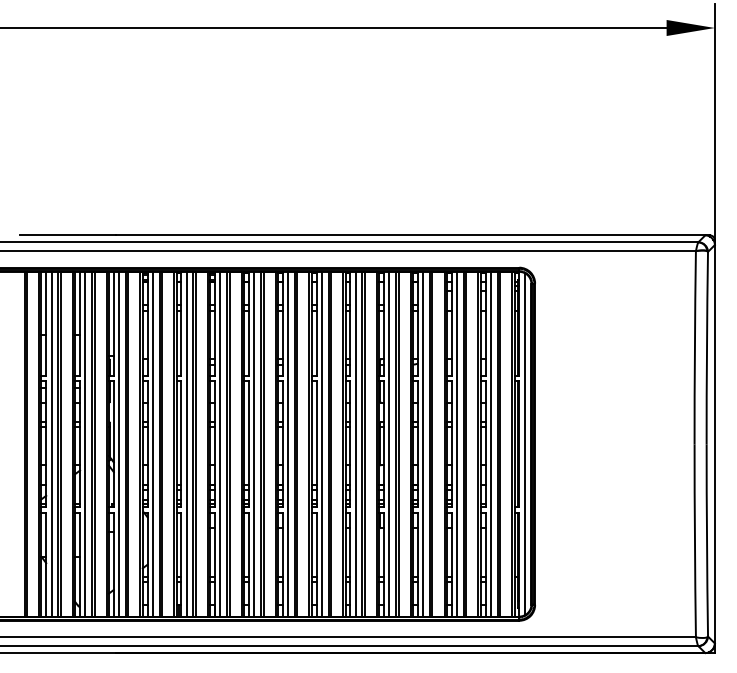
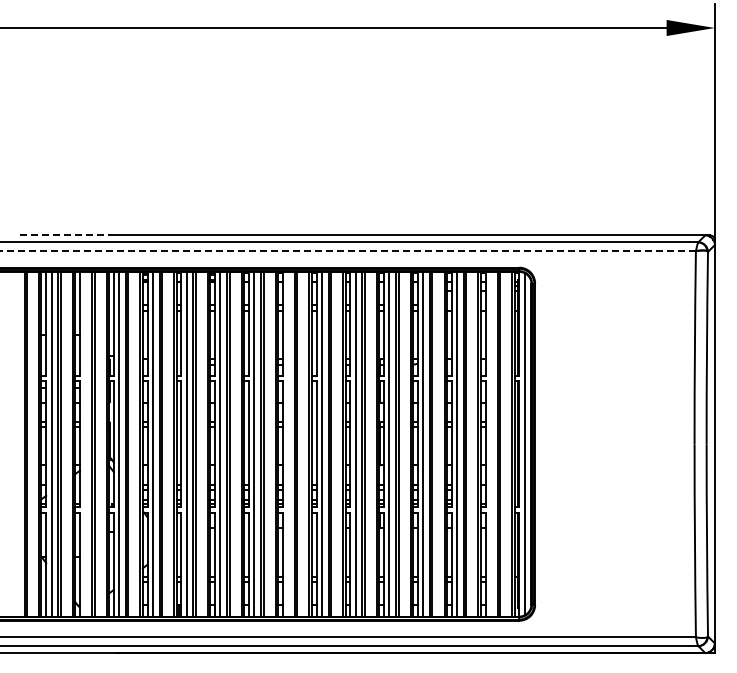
line at (68, 235): solid -> dashed
line at (348, 251): solid -> dashed
line at (85, 443): present -> none
line at (288, 443): present -> none
line at (490, 443): present -> none
